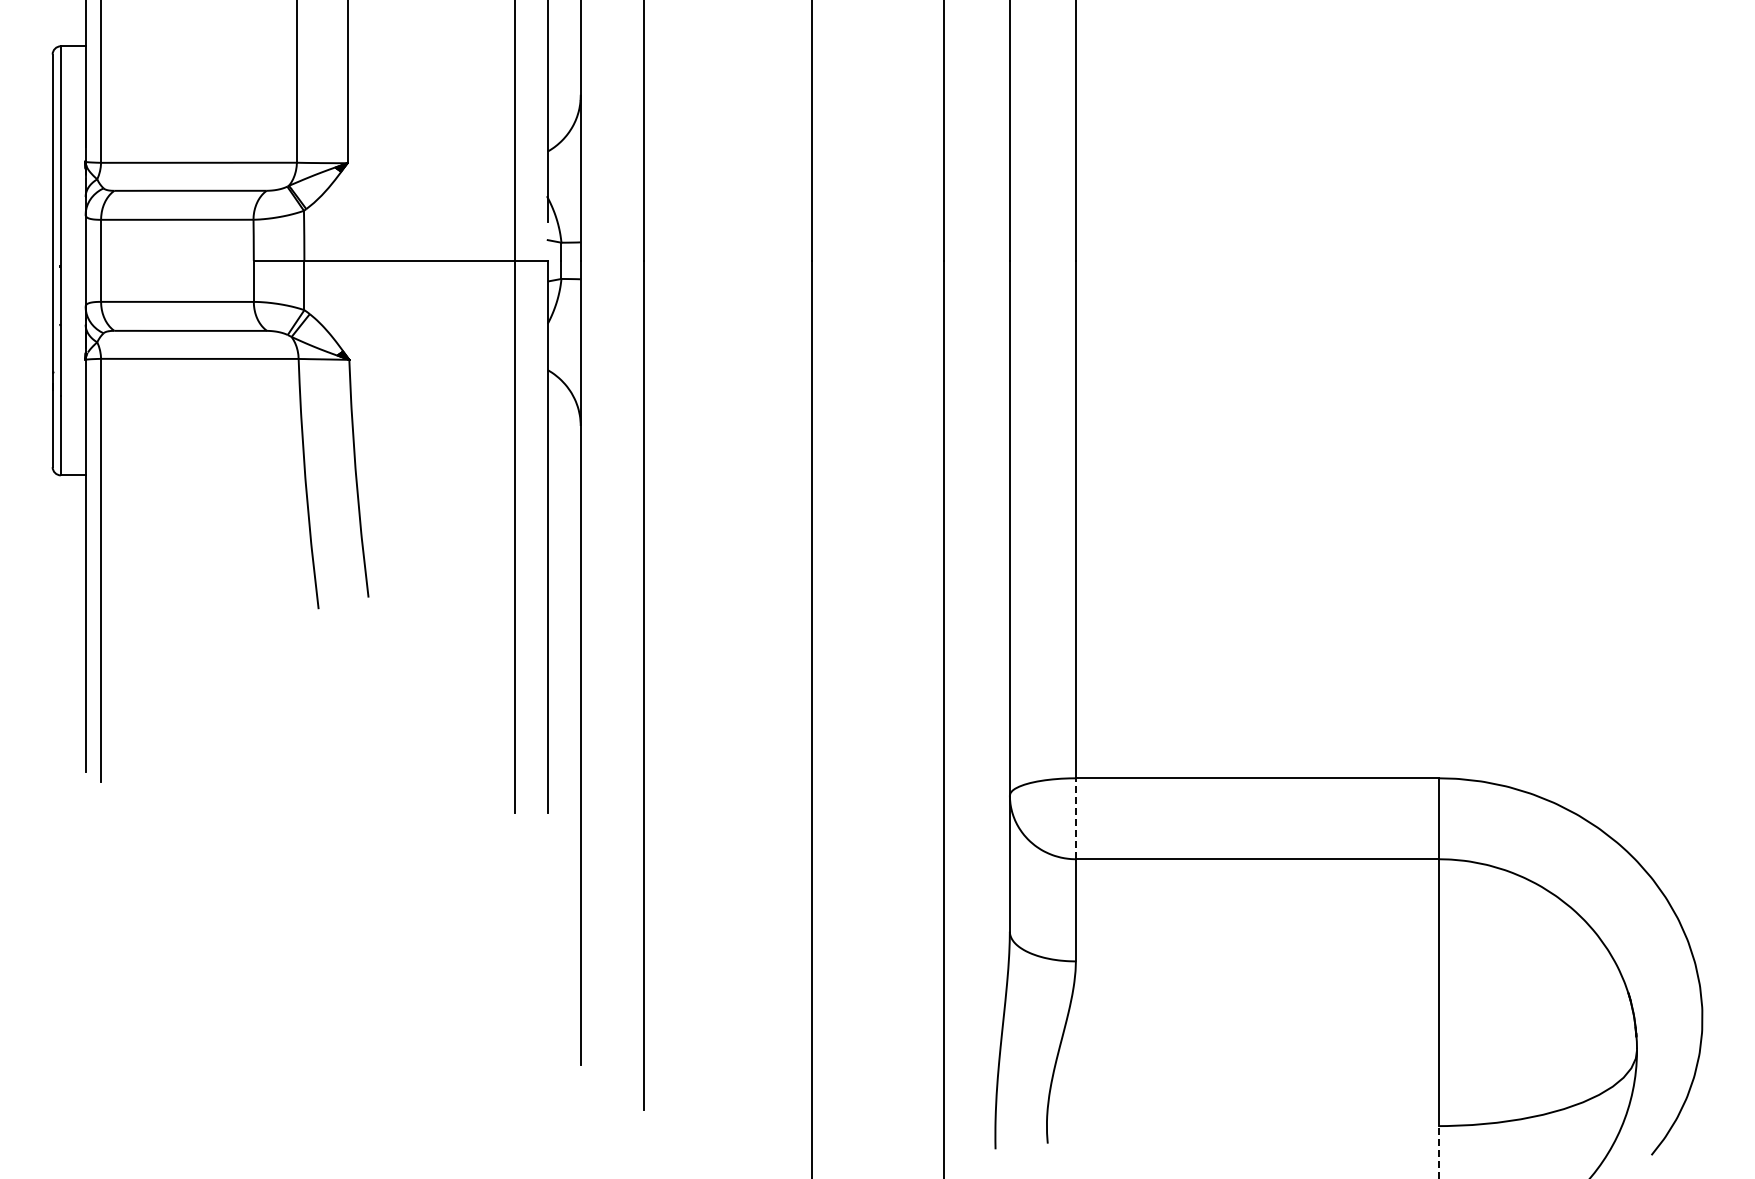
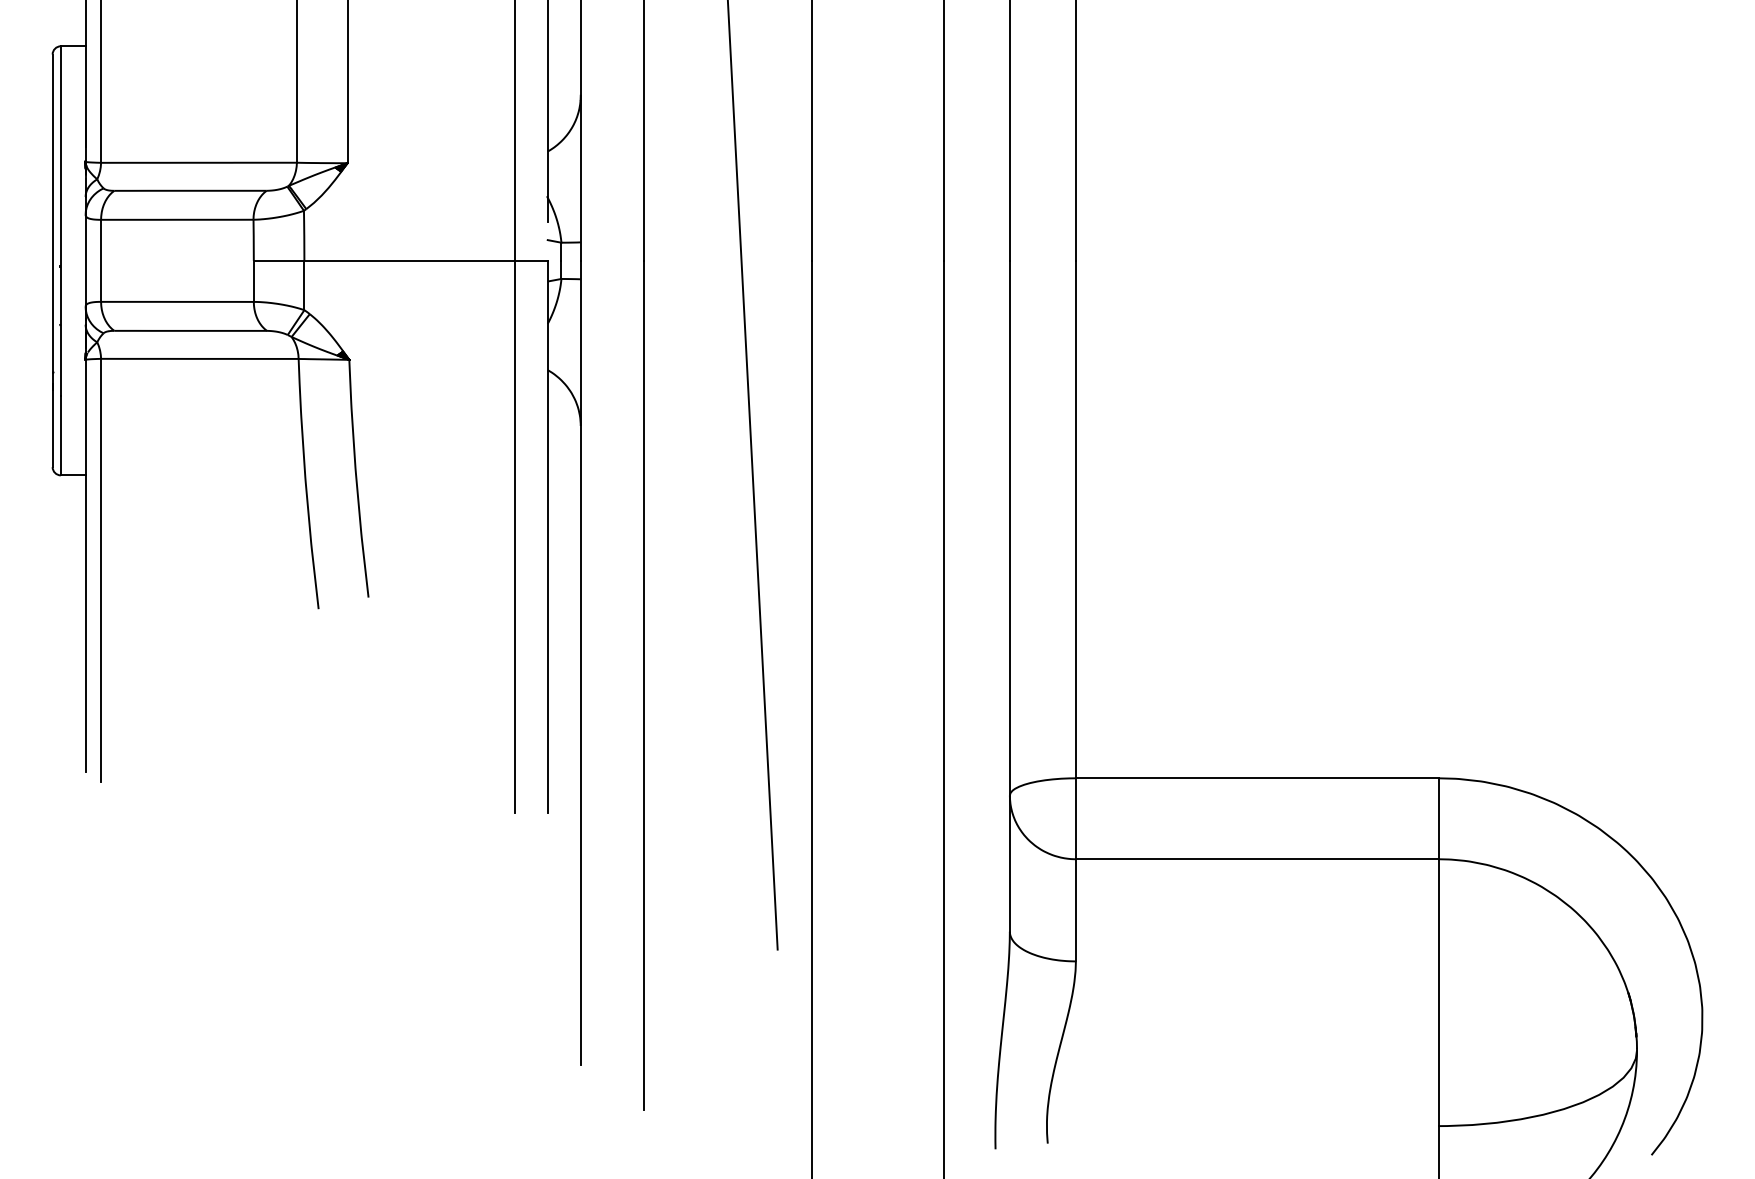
line at (752, 475): none -> present
line at (1075, 818): dashed -> solid
line at (1438, 1151): dashed -> solid
